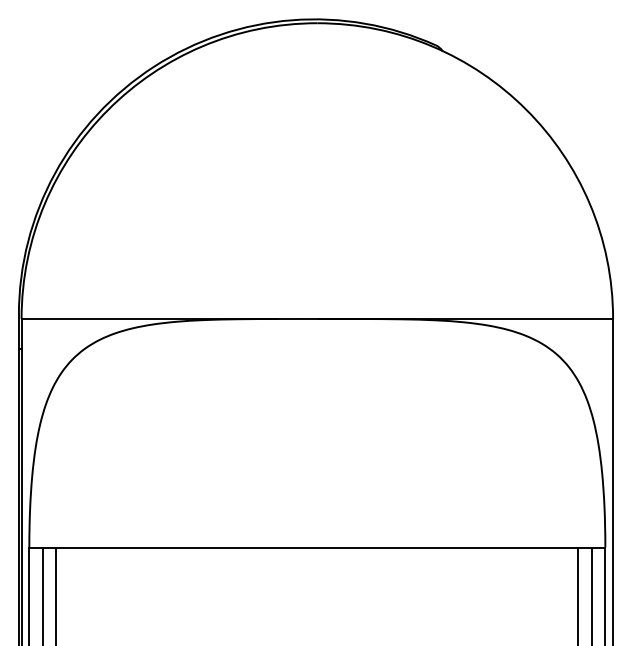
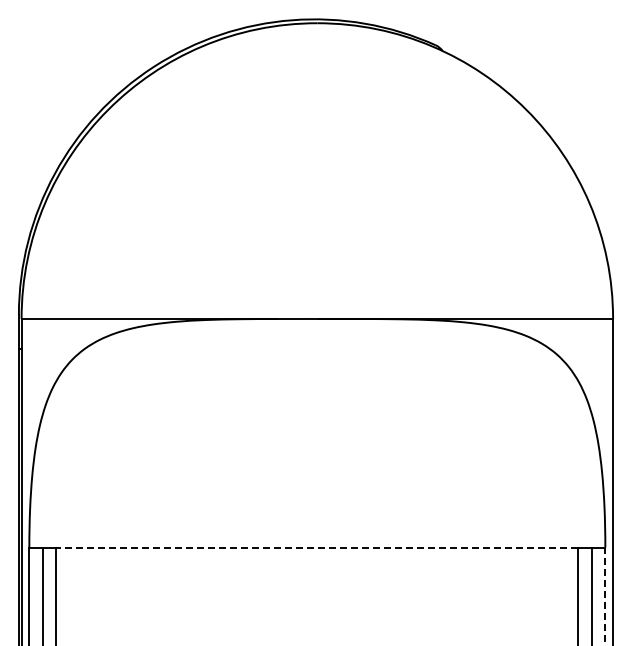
line at (316, 547): solid -> dashed
line at (605, 596): solid -> dashed
